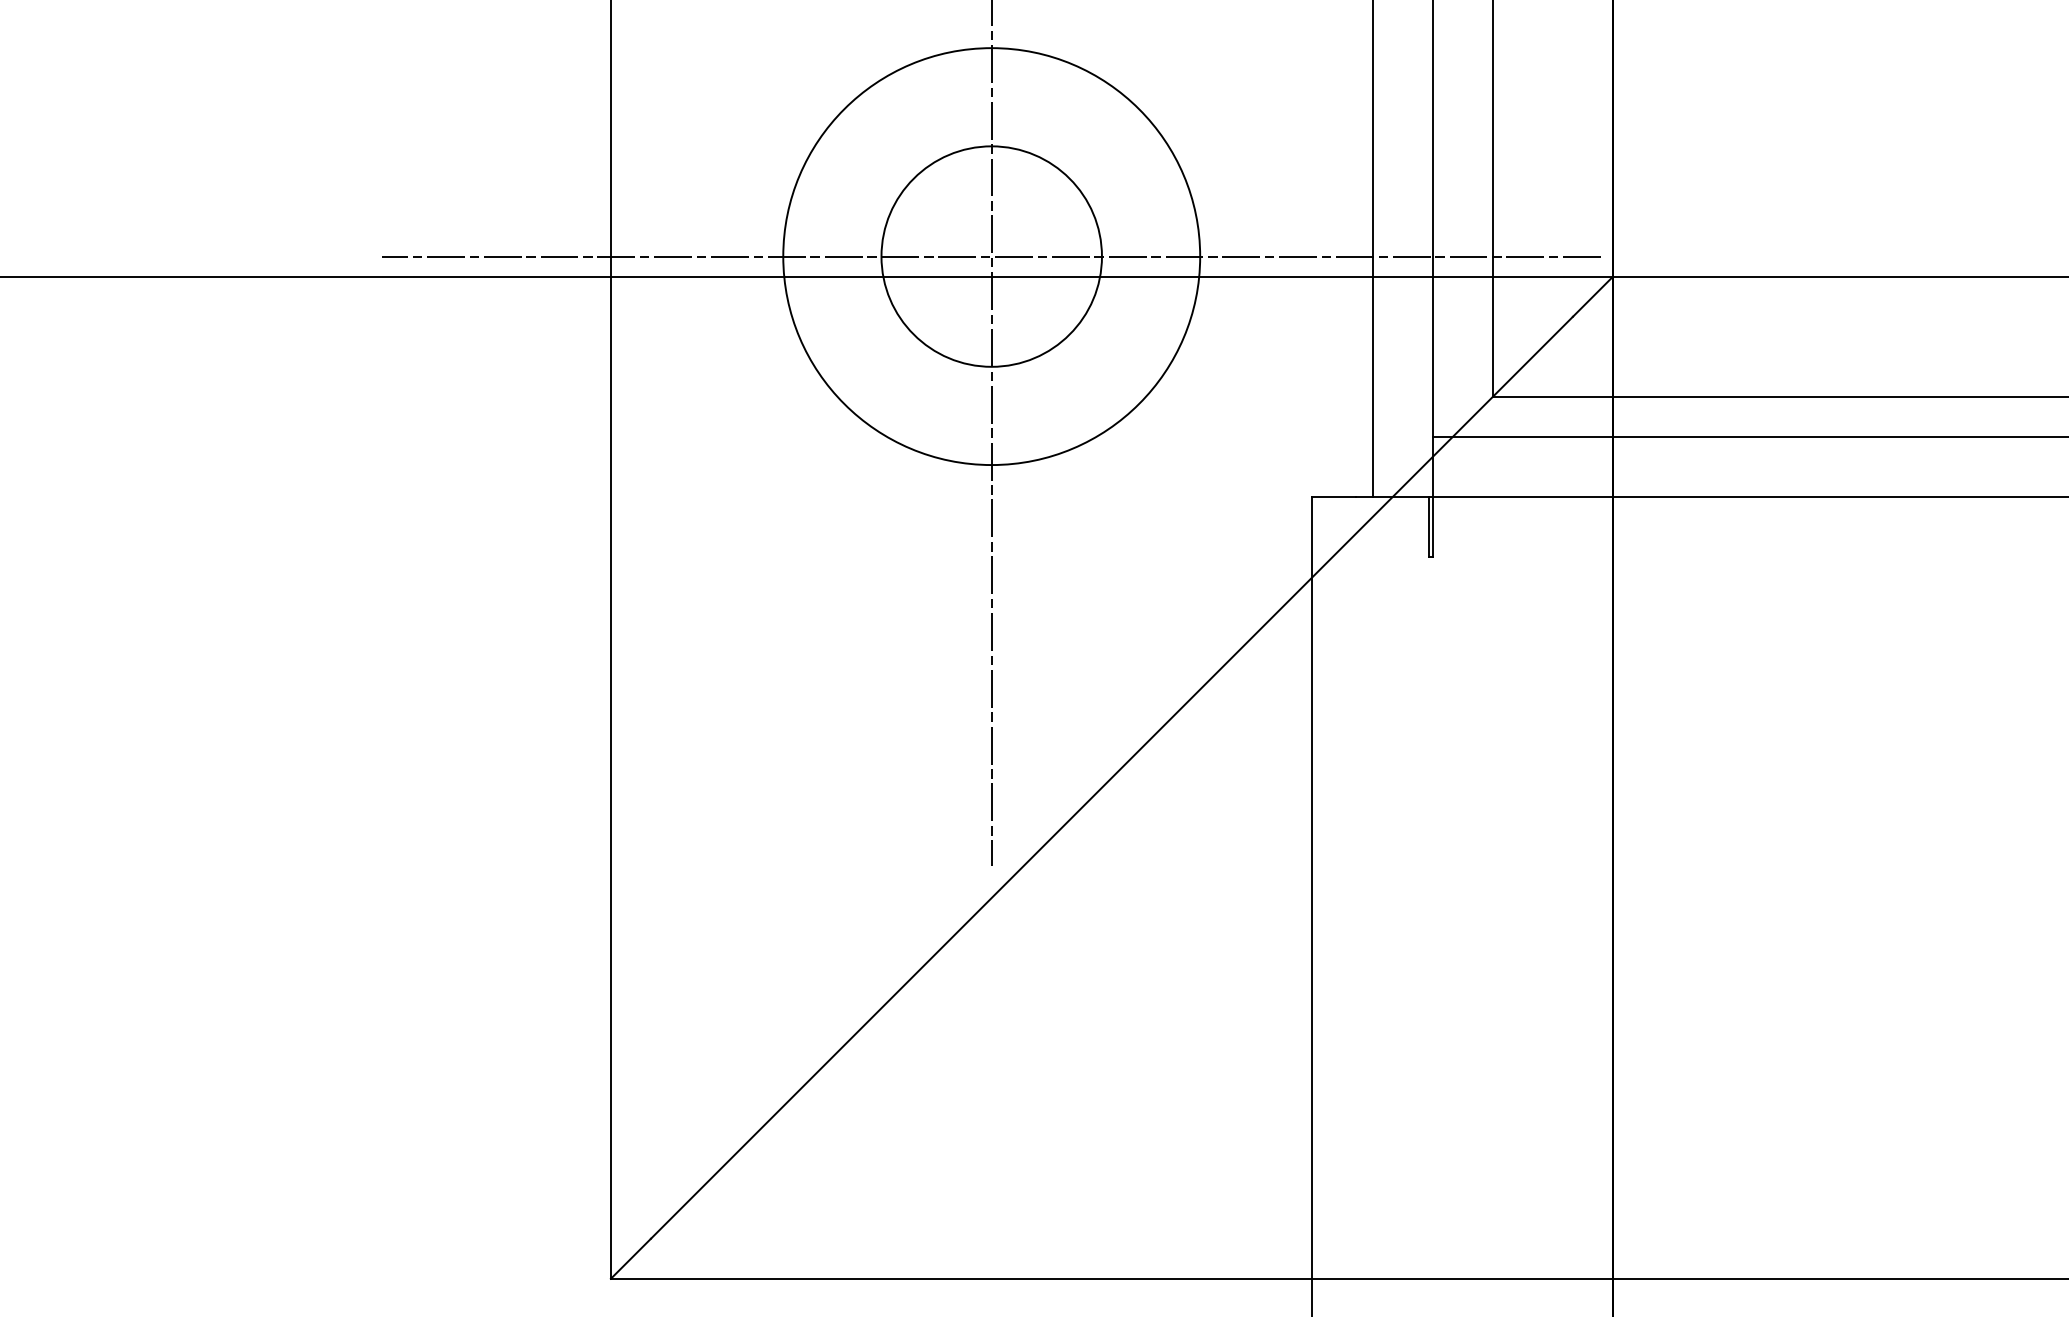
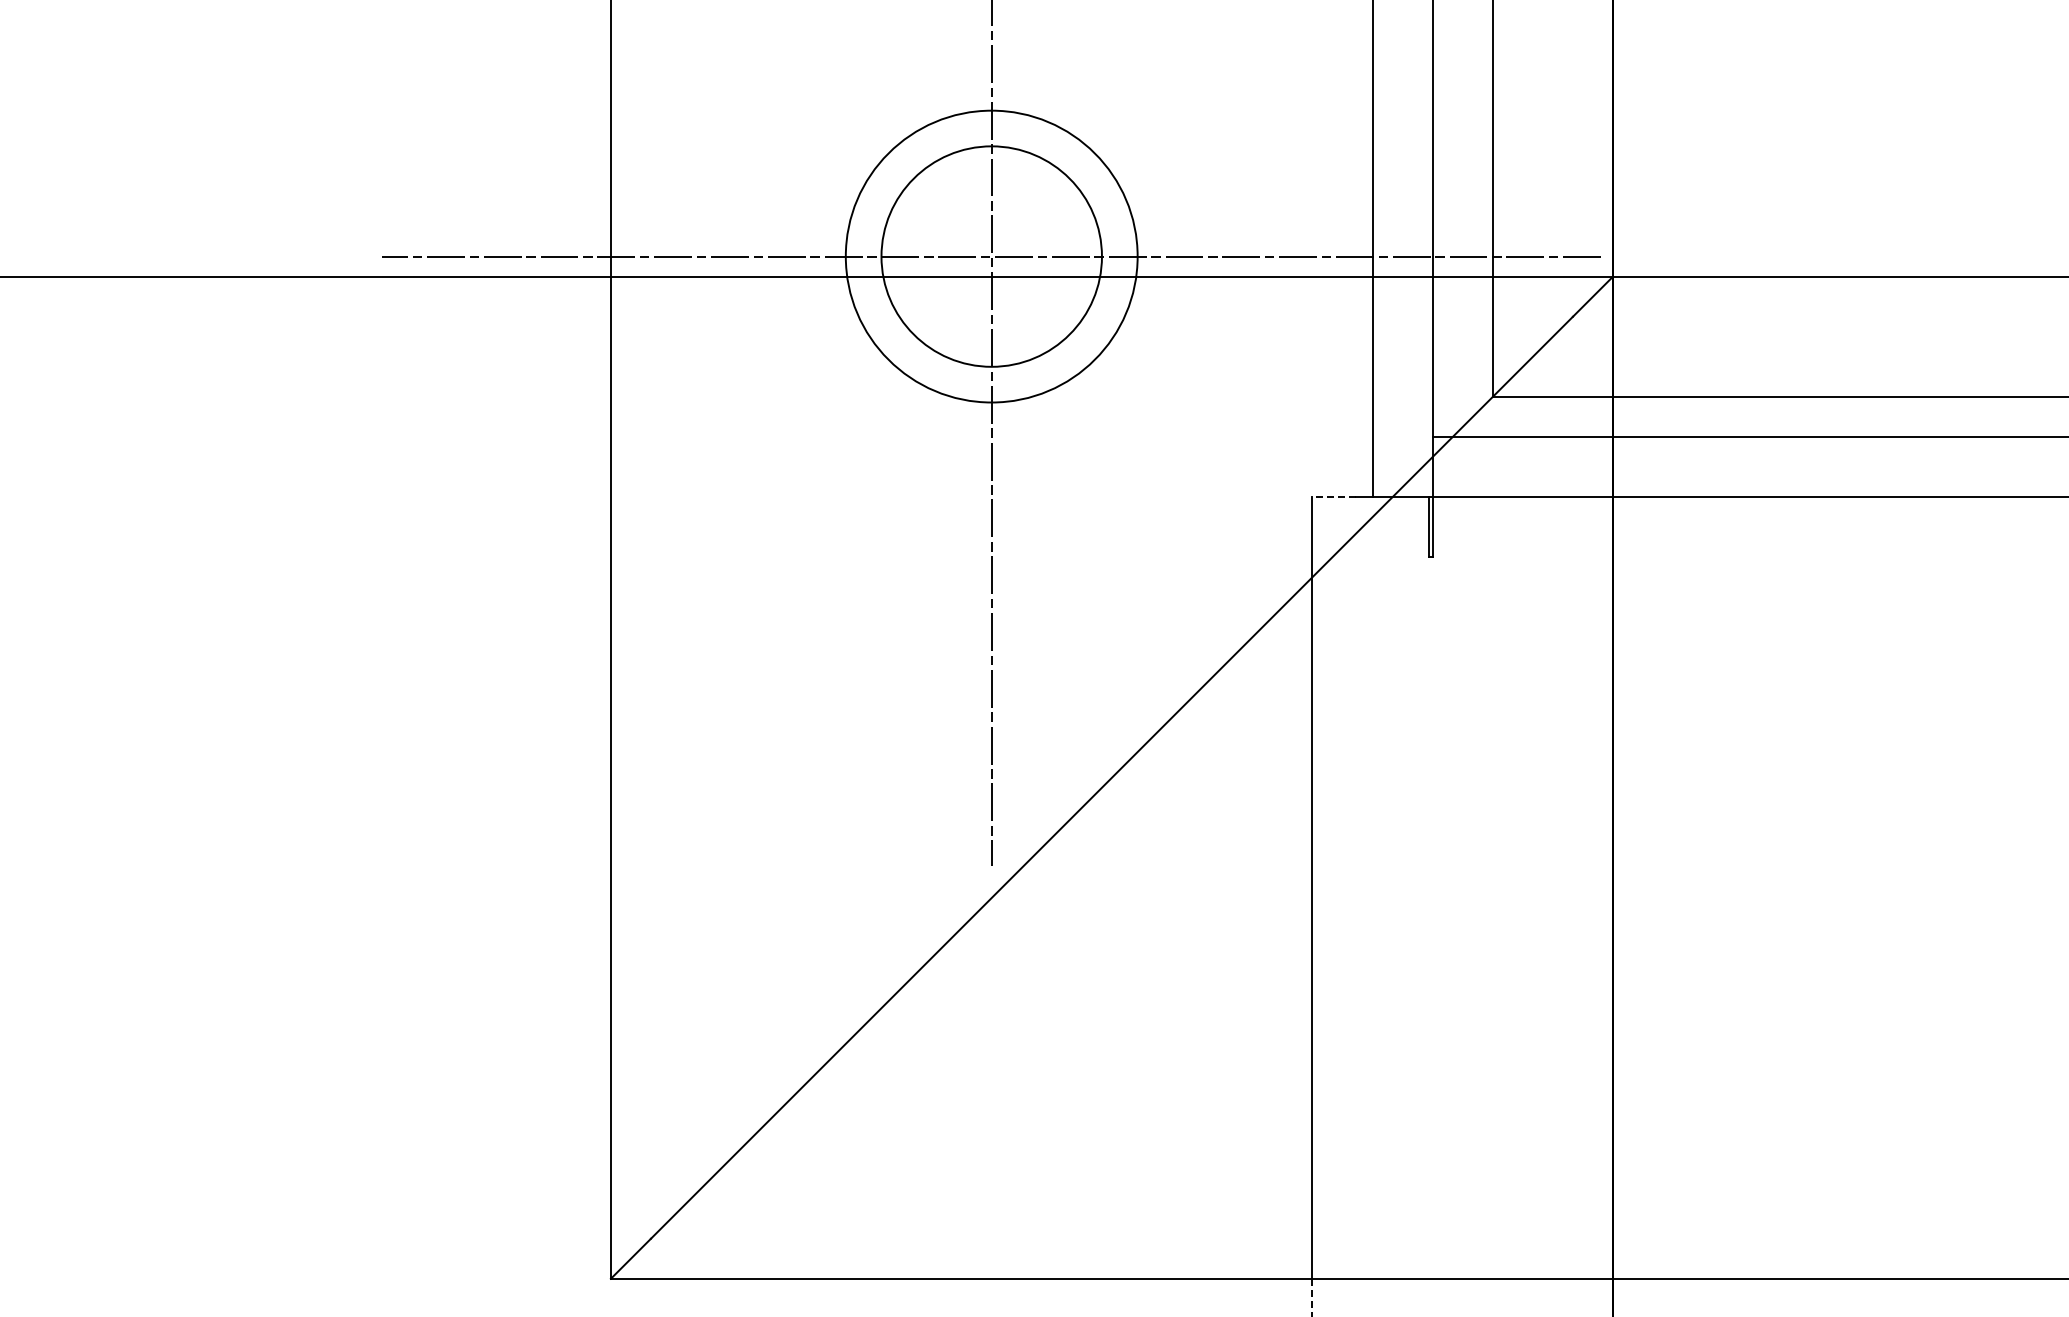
circle at (991, 256) diameter: 417 px -> 292 px
line at (1334, 497): solid -> dashed
line at (1312, 1297): solid -> dashed
